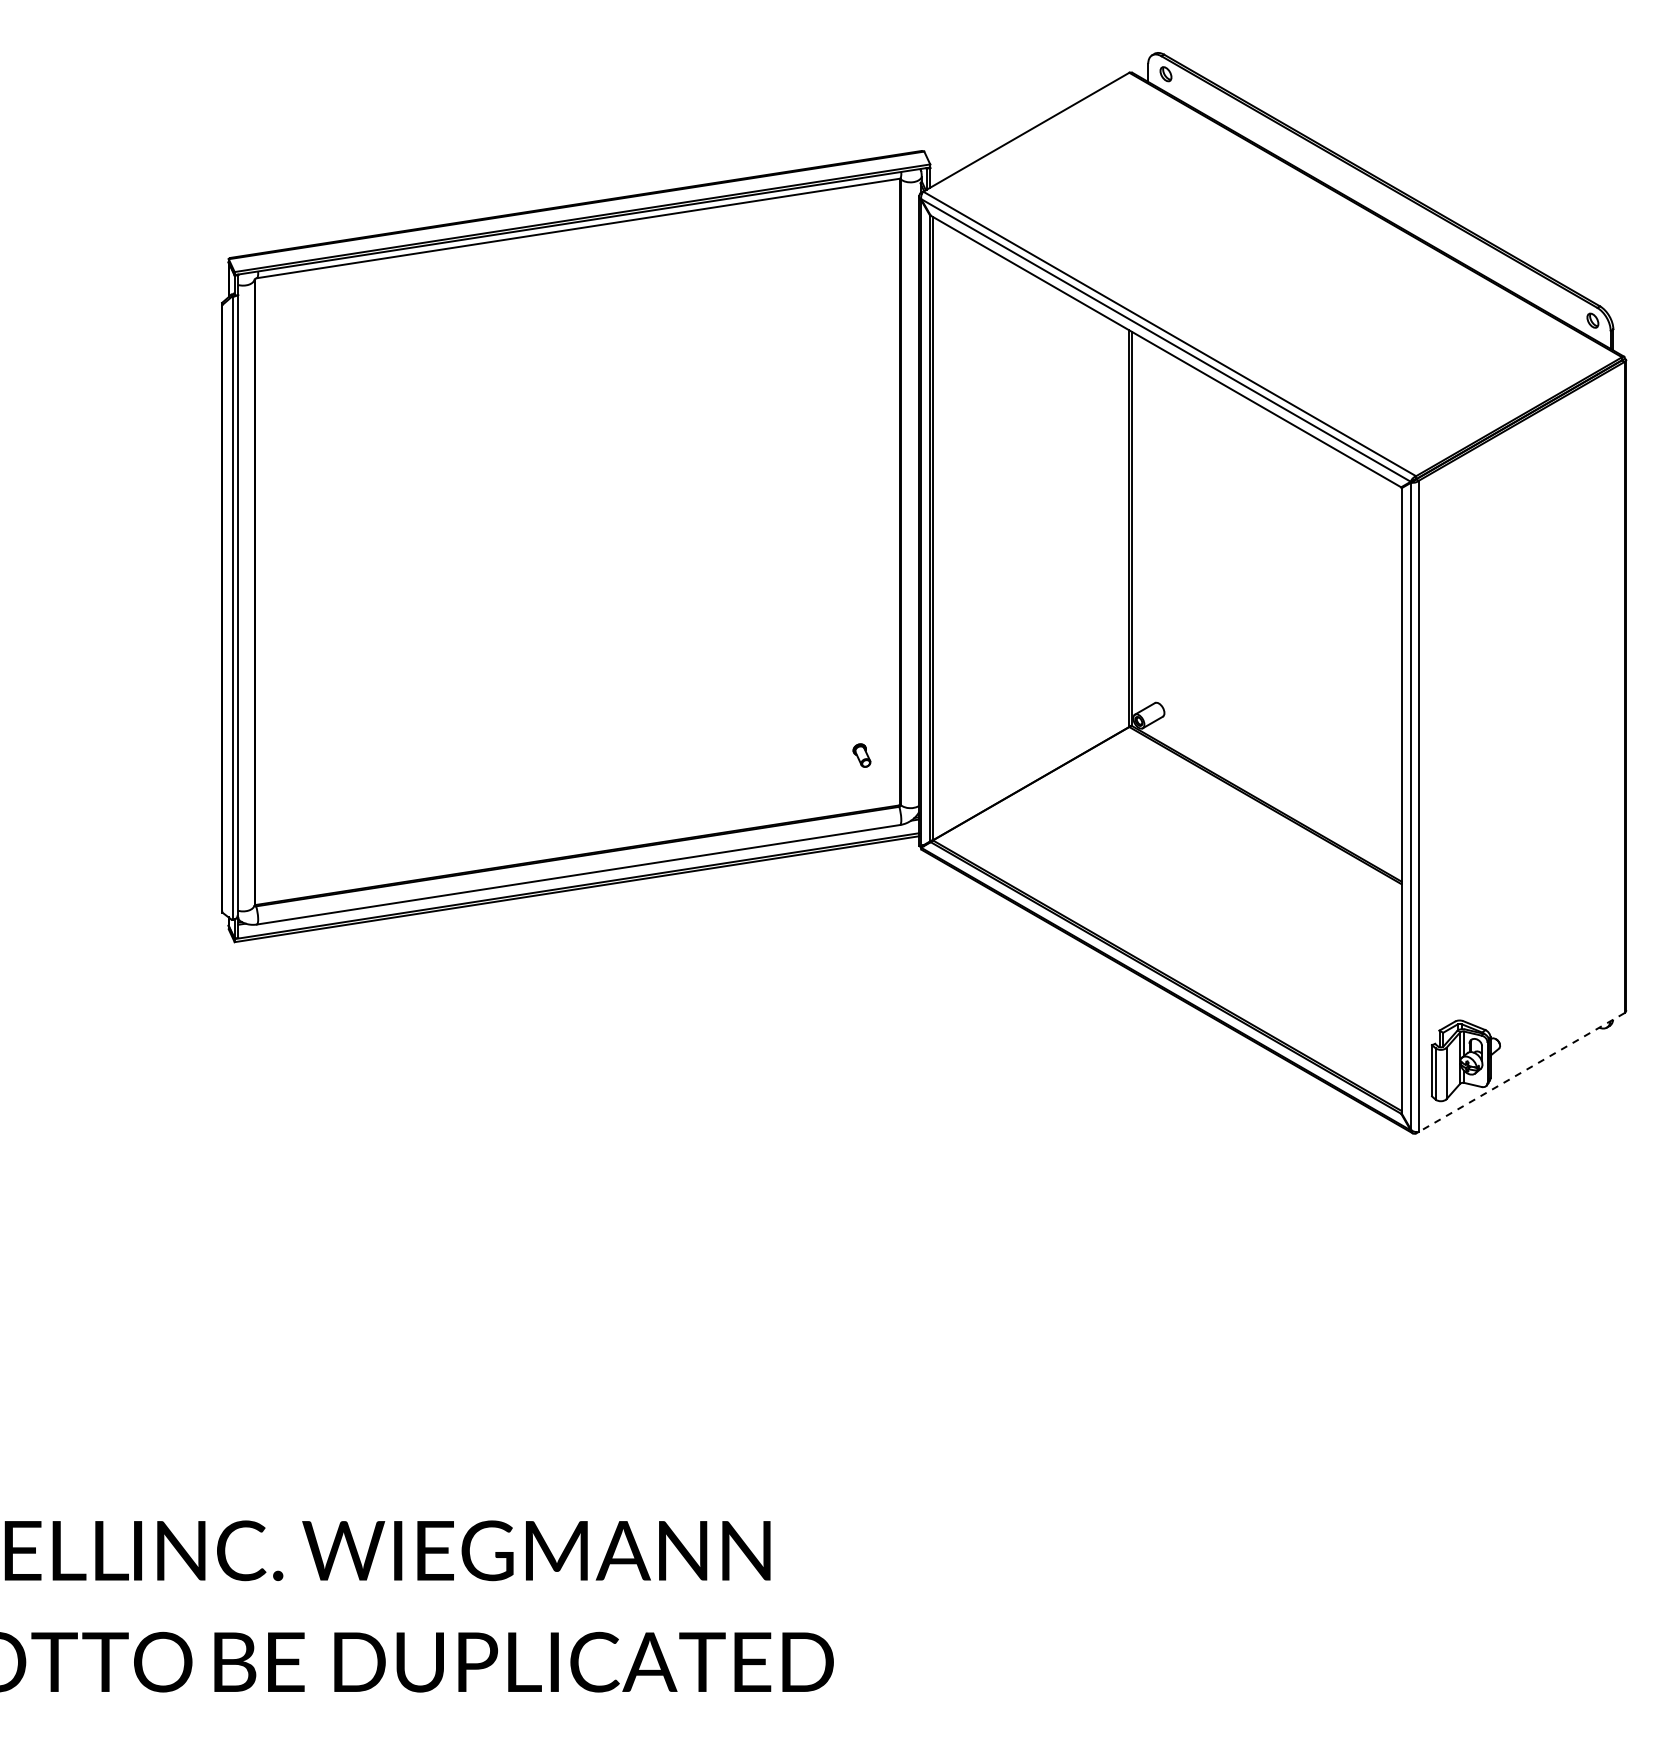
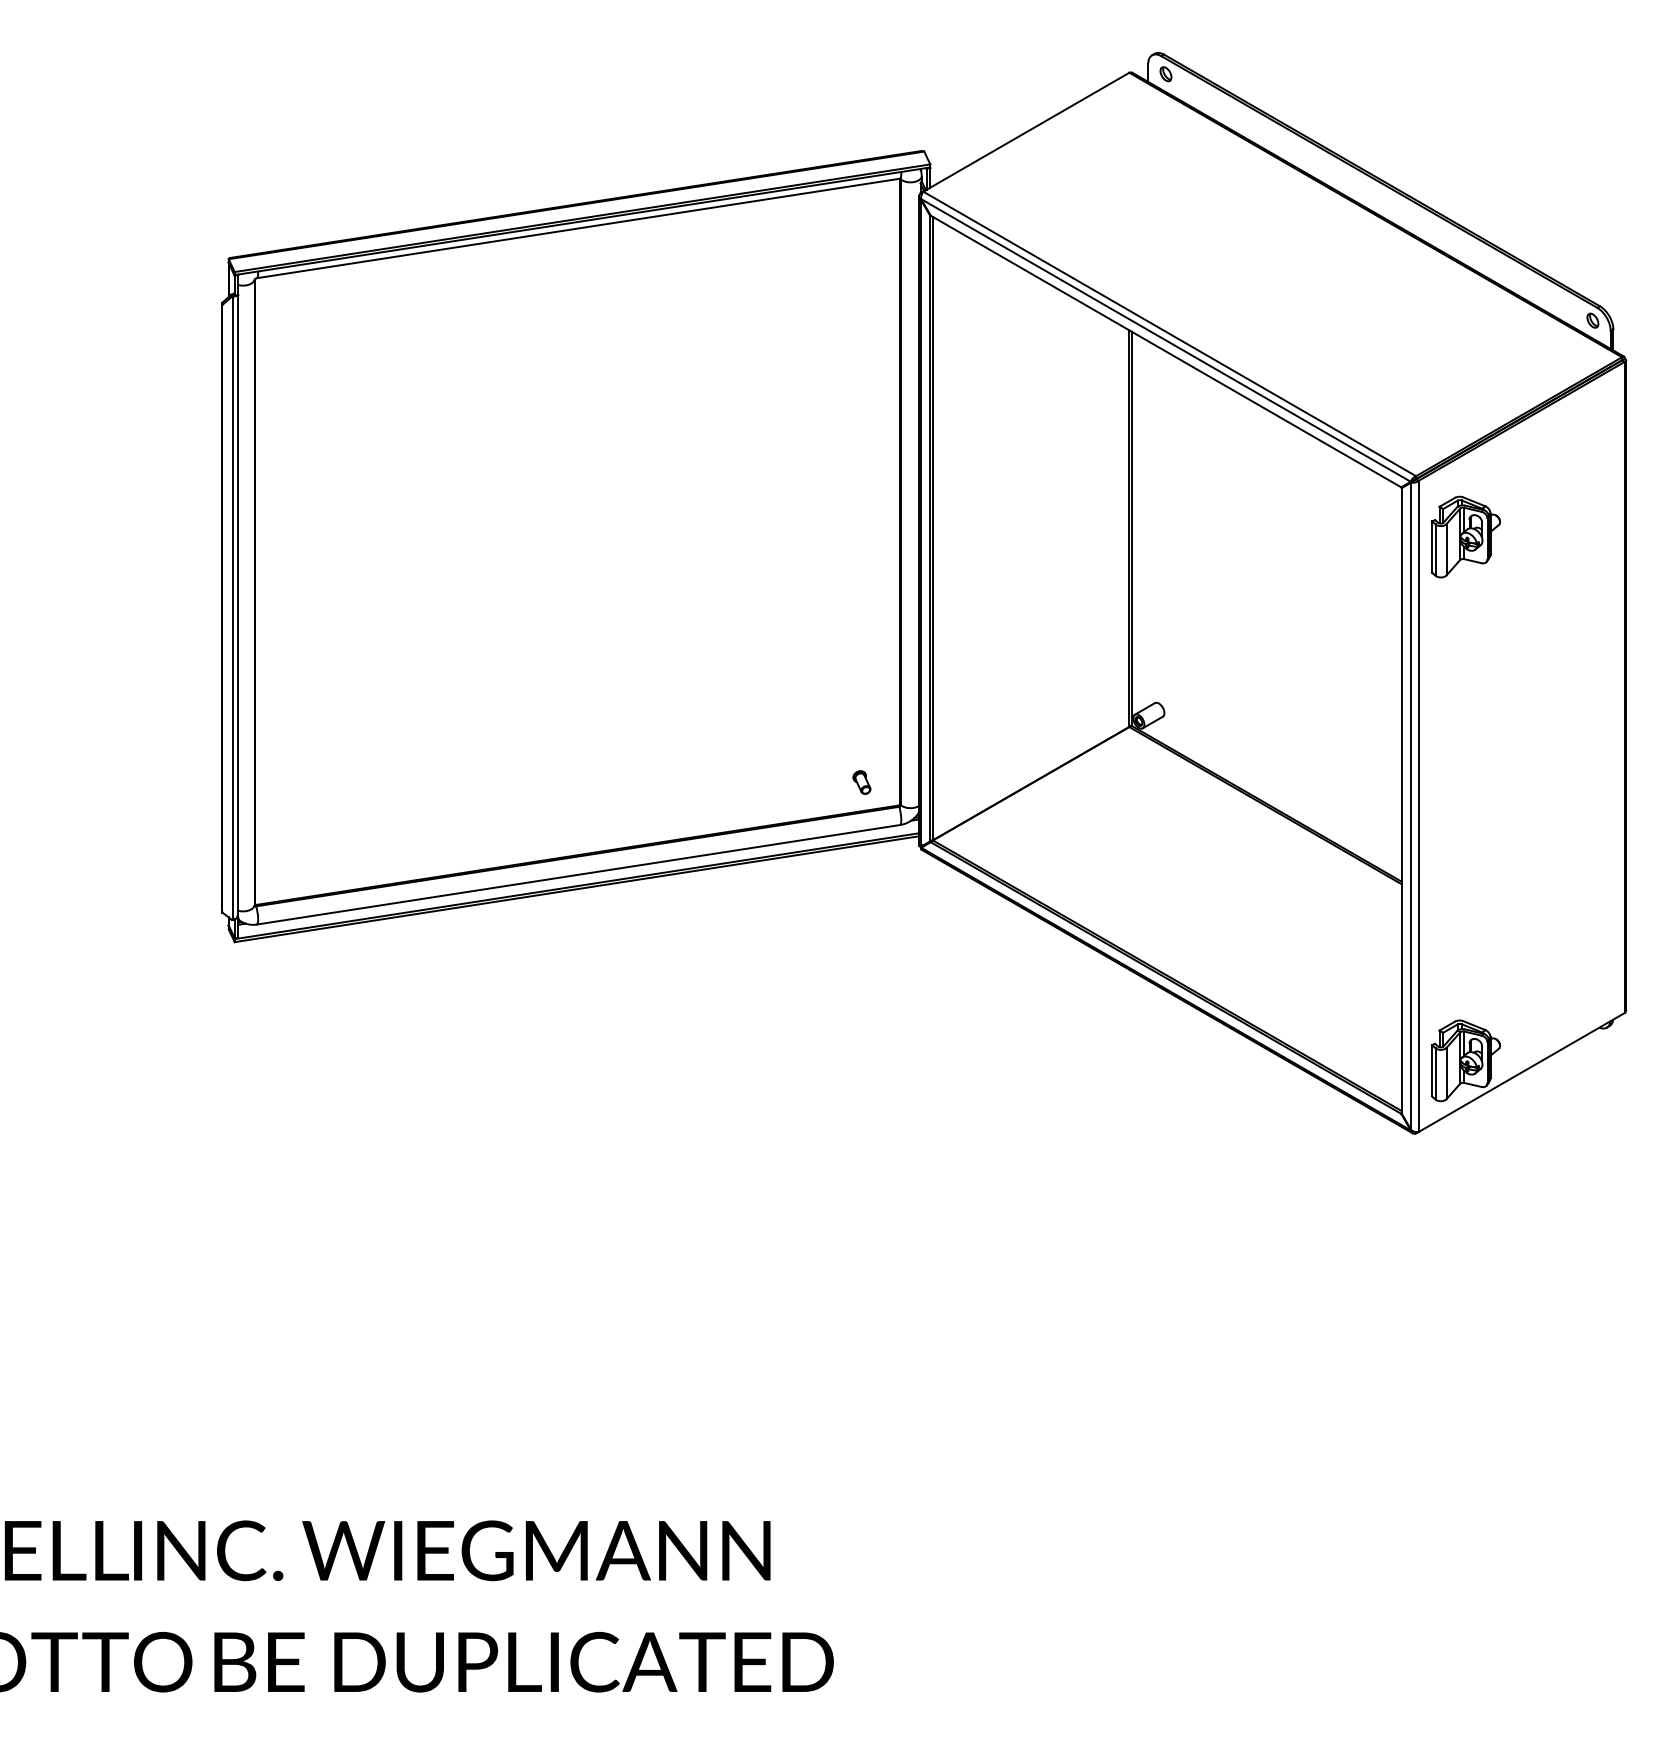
part at (1465, 536): none -> present
part at (861, 755) position: (861, 755) -> (861, 782)
line at (1521, 1072): dashed -> solid
